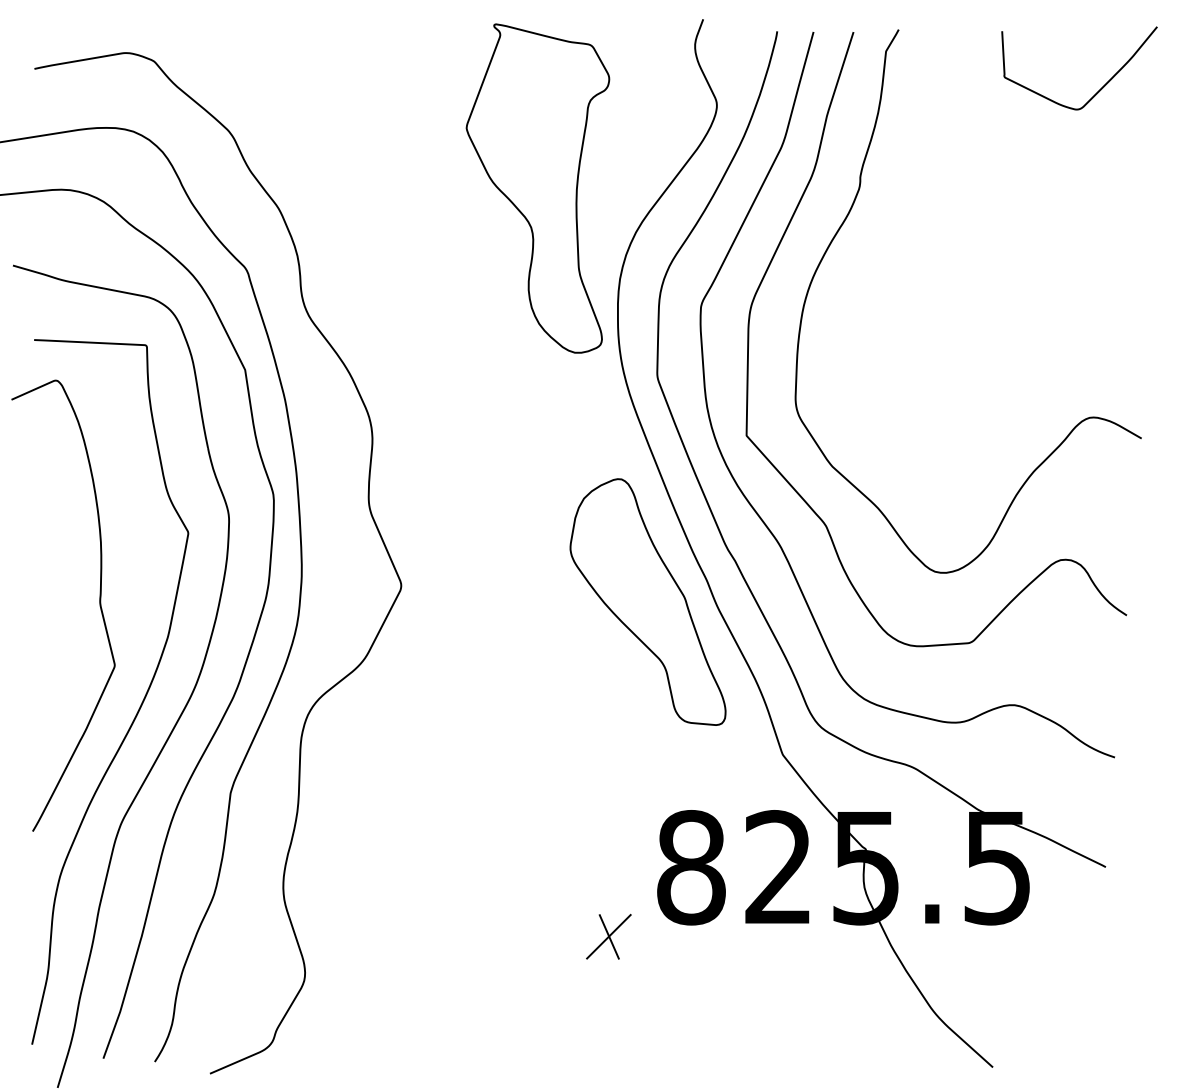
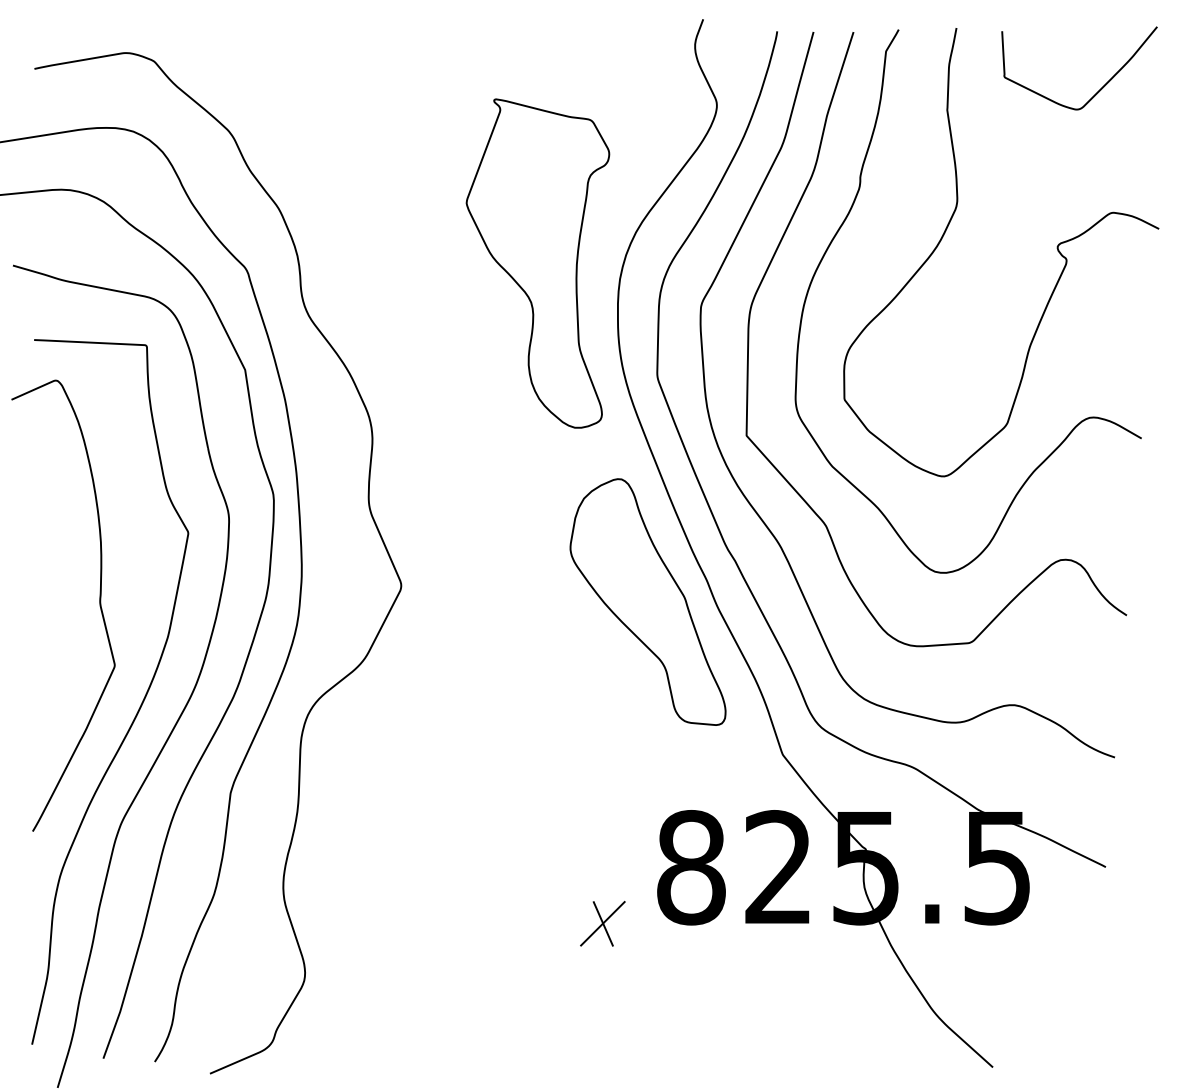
part at (537, 188) position: (537, 188) -> (537, 263)
curve at (1056, 248): none -> present
part at (608, 936) position: (608, 936) -> (602, 923)
